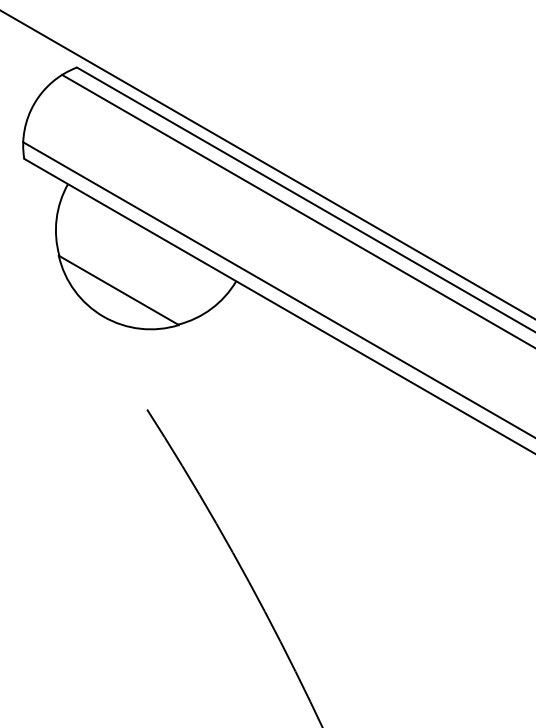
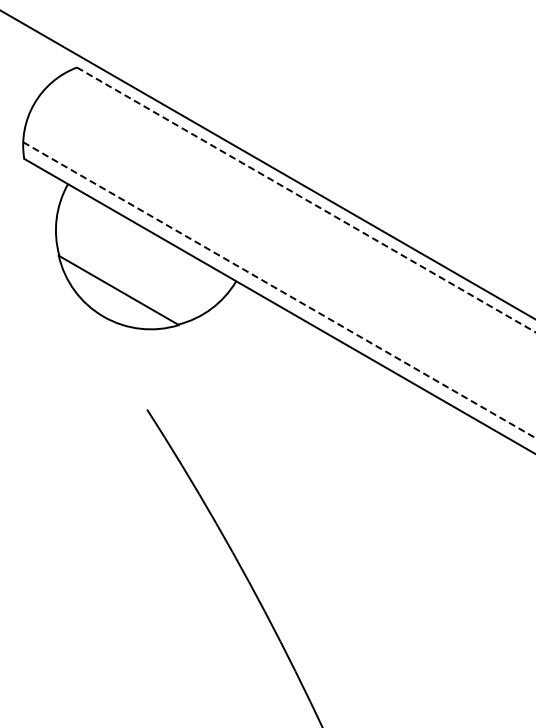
line at (306, 200): solid -> dashed
line at (297, 210): present -> none
line at (279, 290): solid -> dashed
